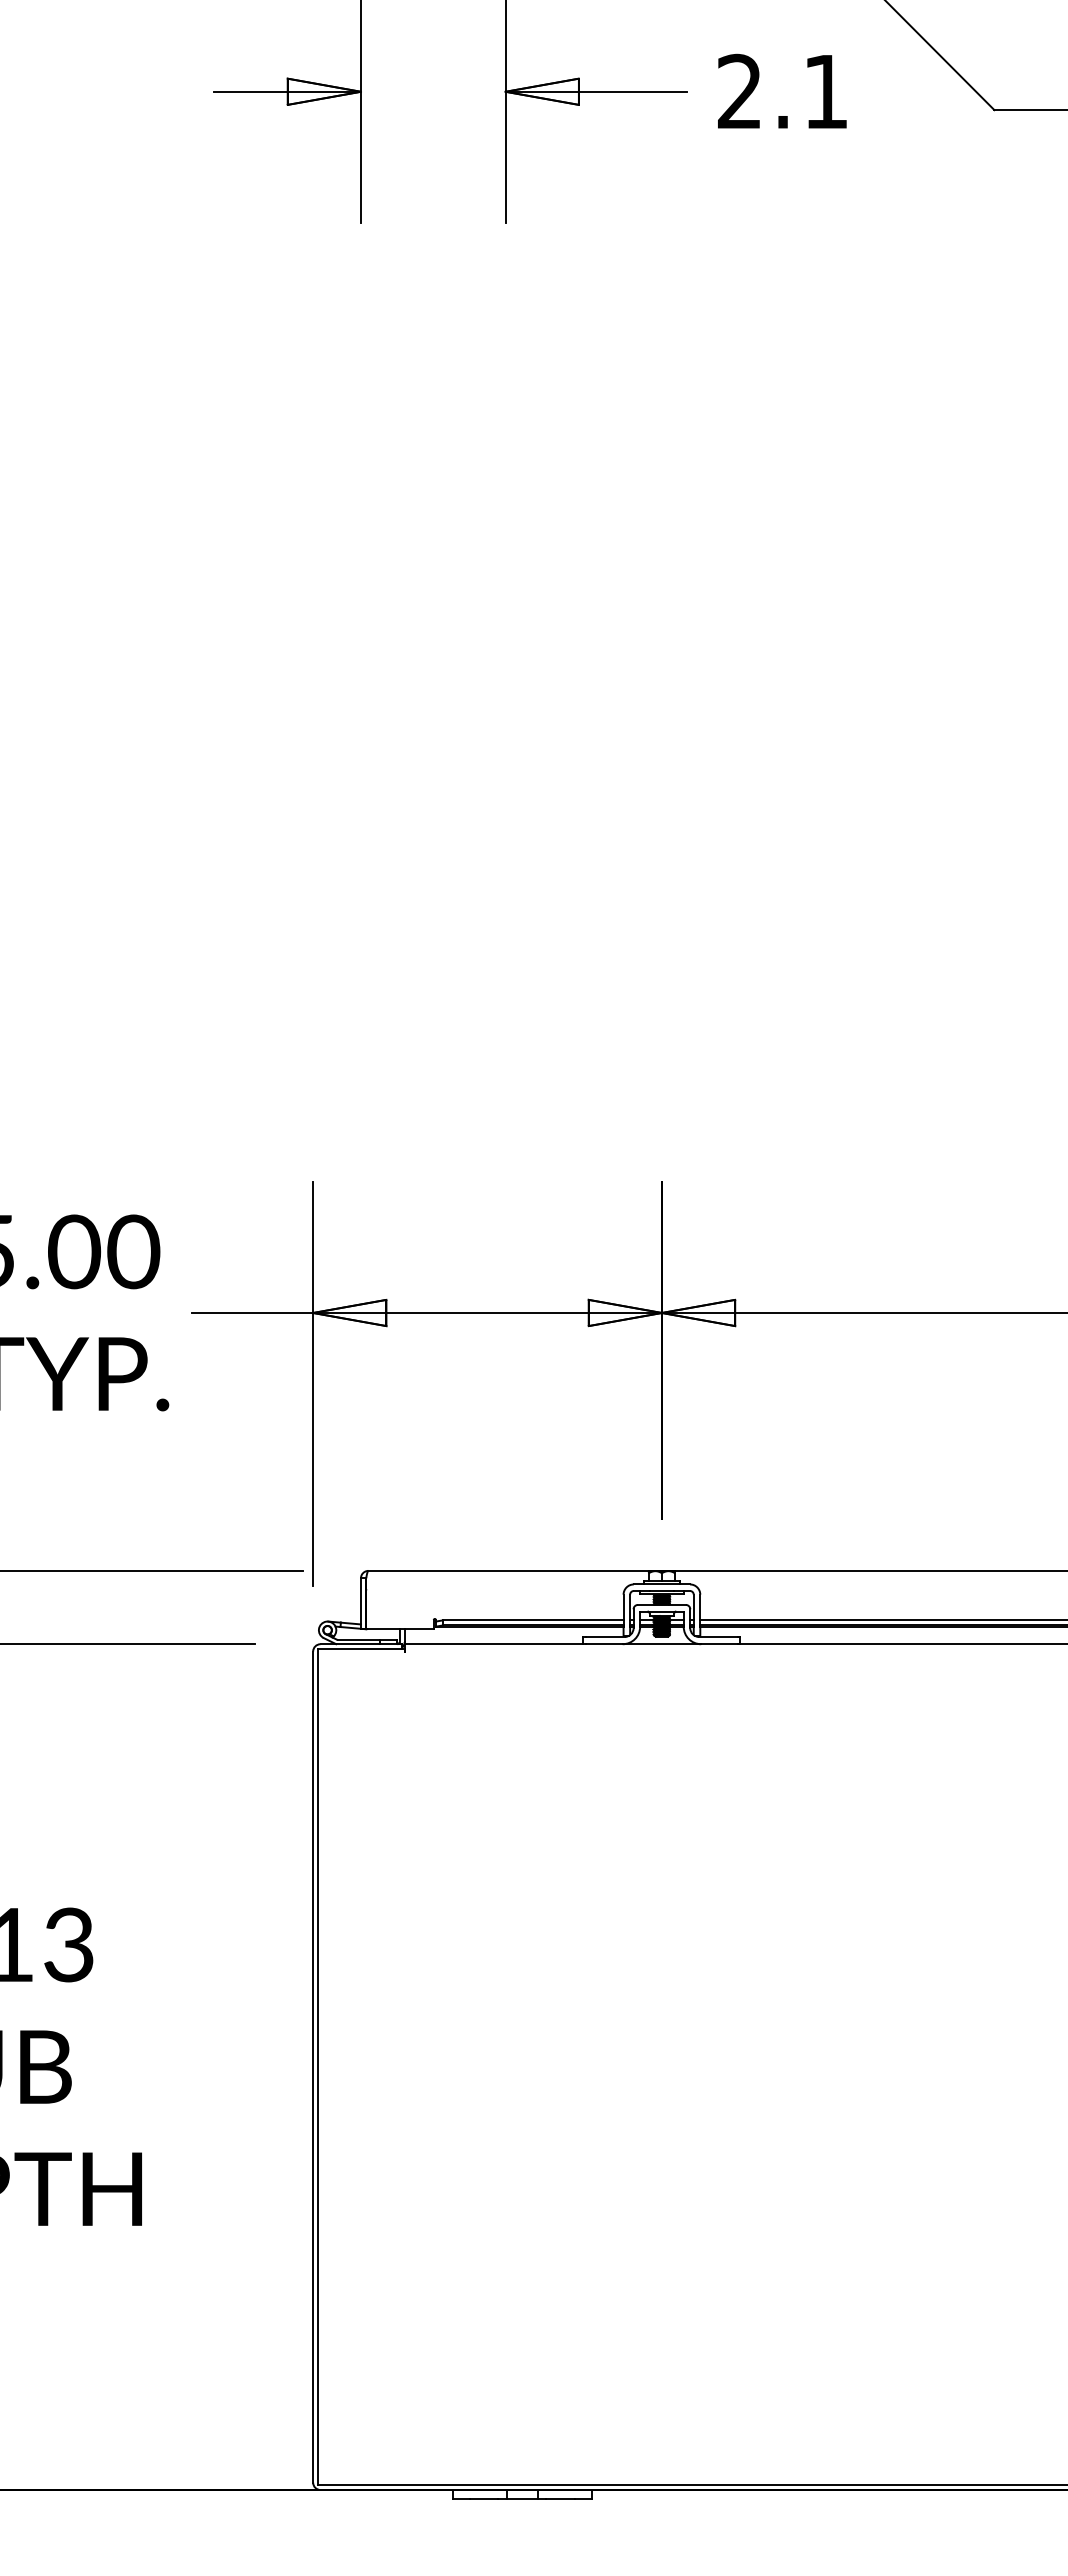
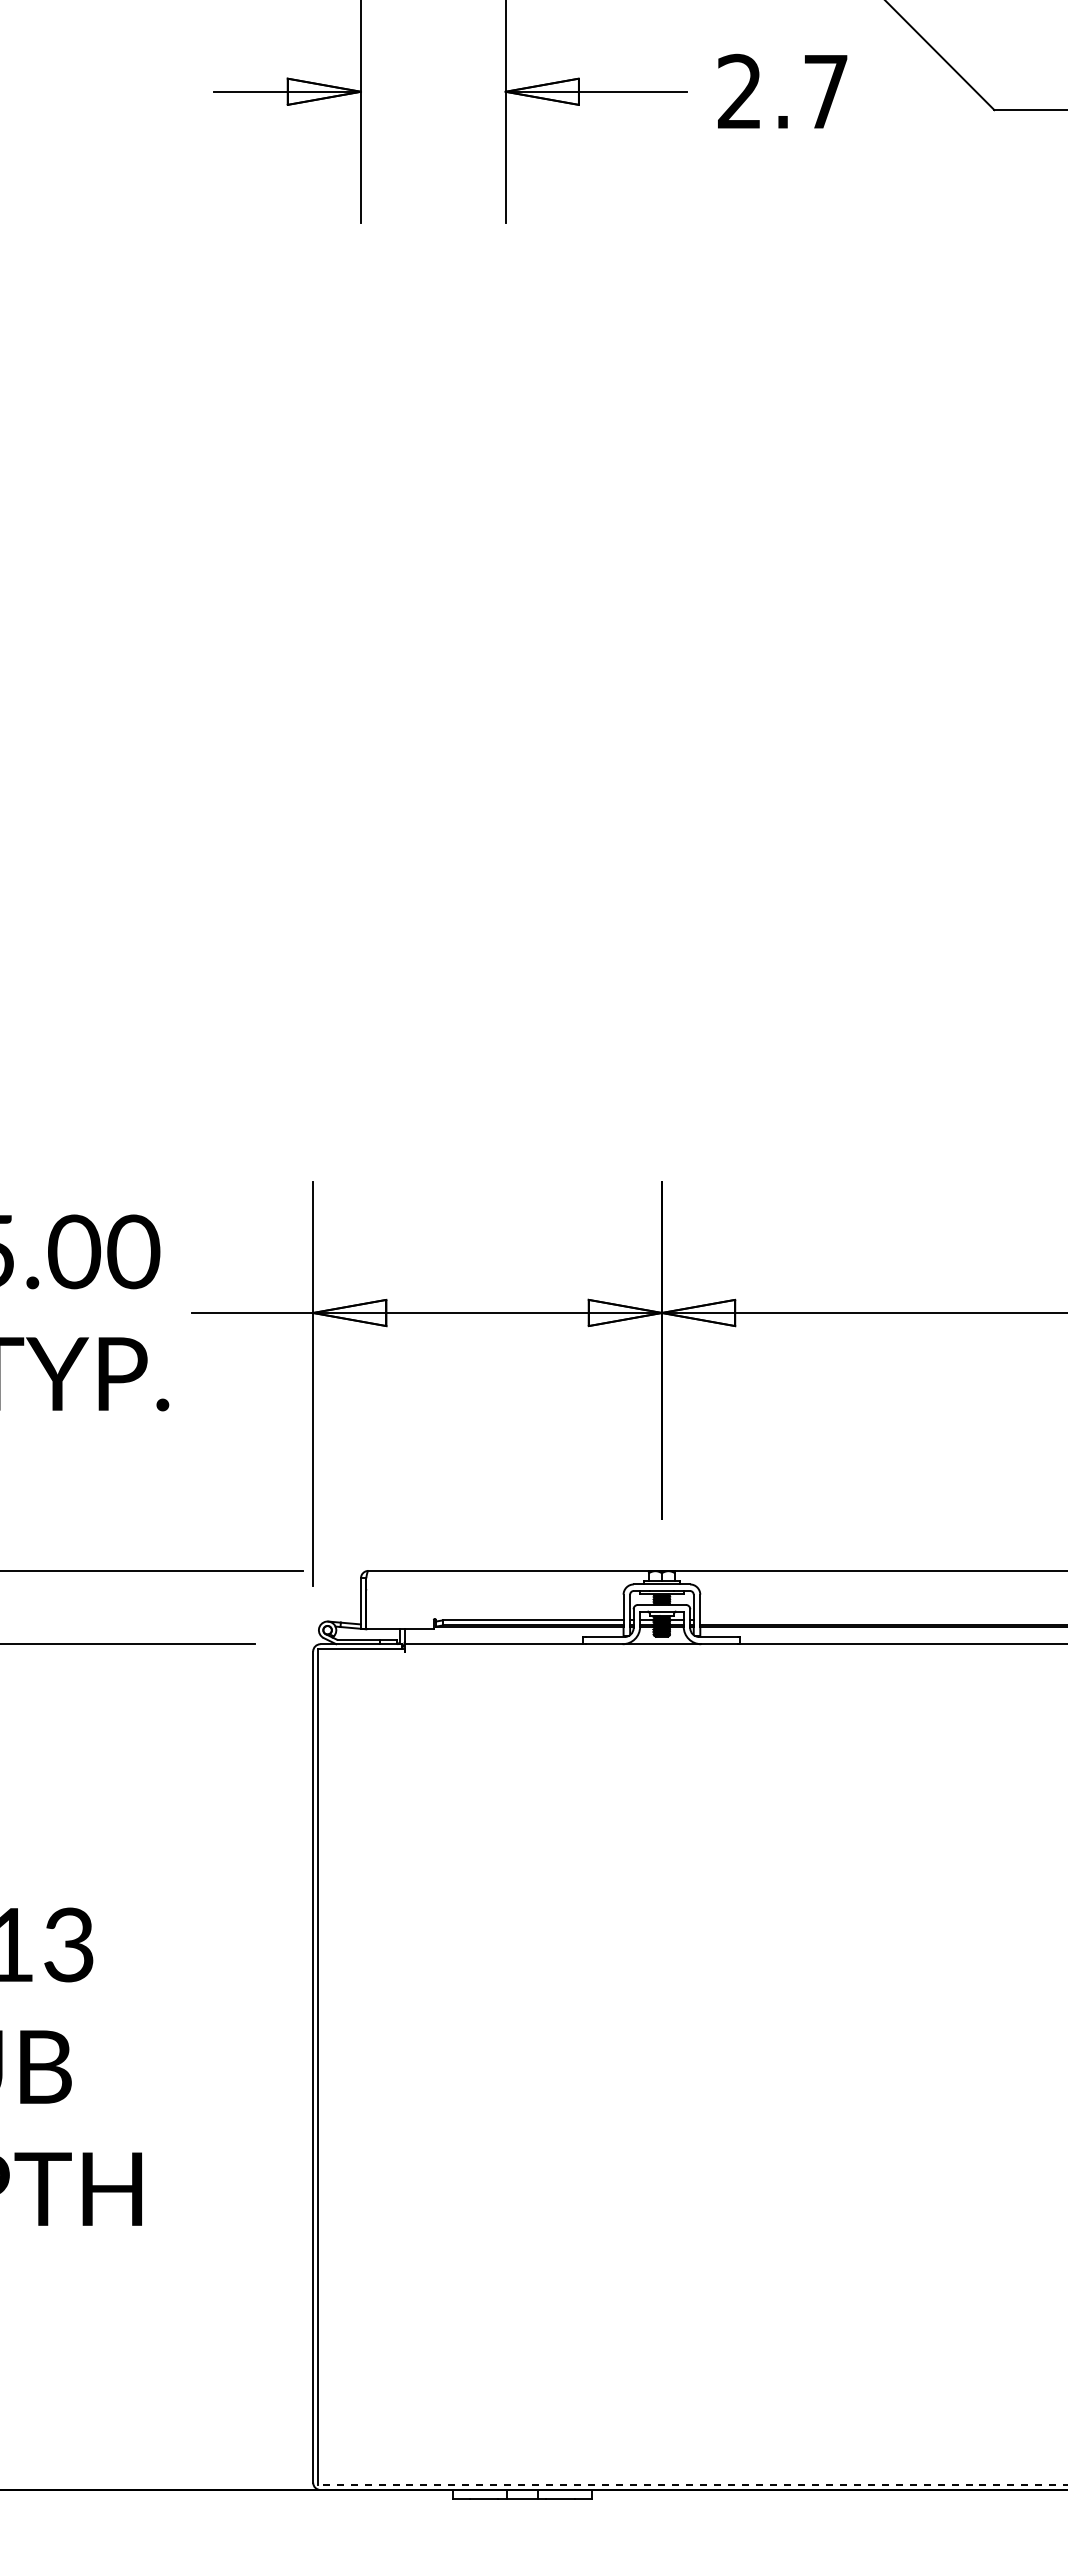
text at (825, 91): 2.1 -> 2.7
line at (882, 1620): present -> none
line at (692, 2484): solid -> dashed
